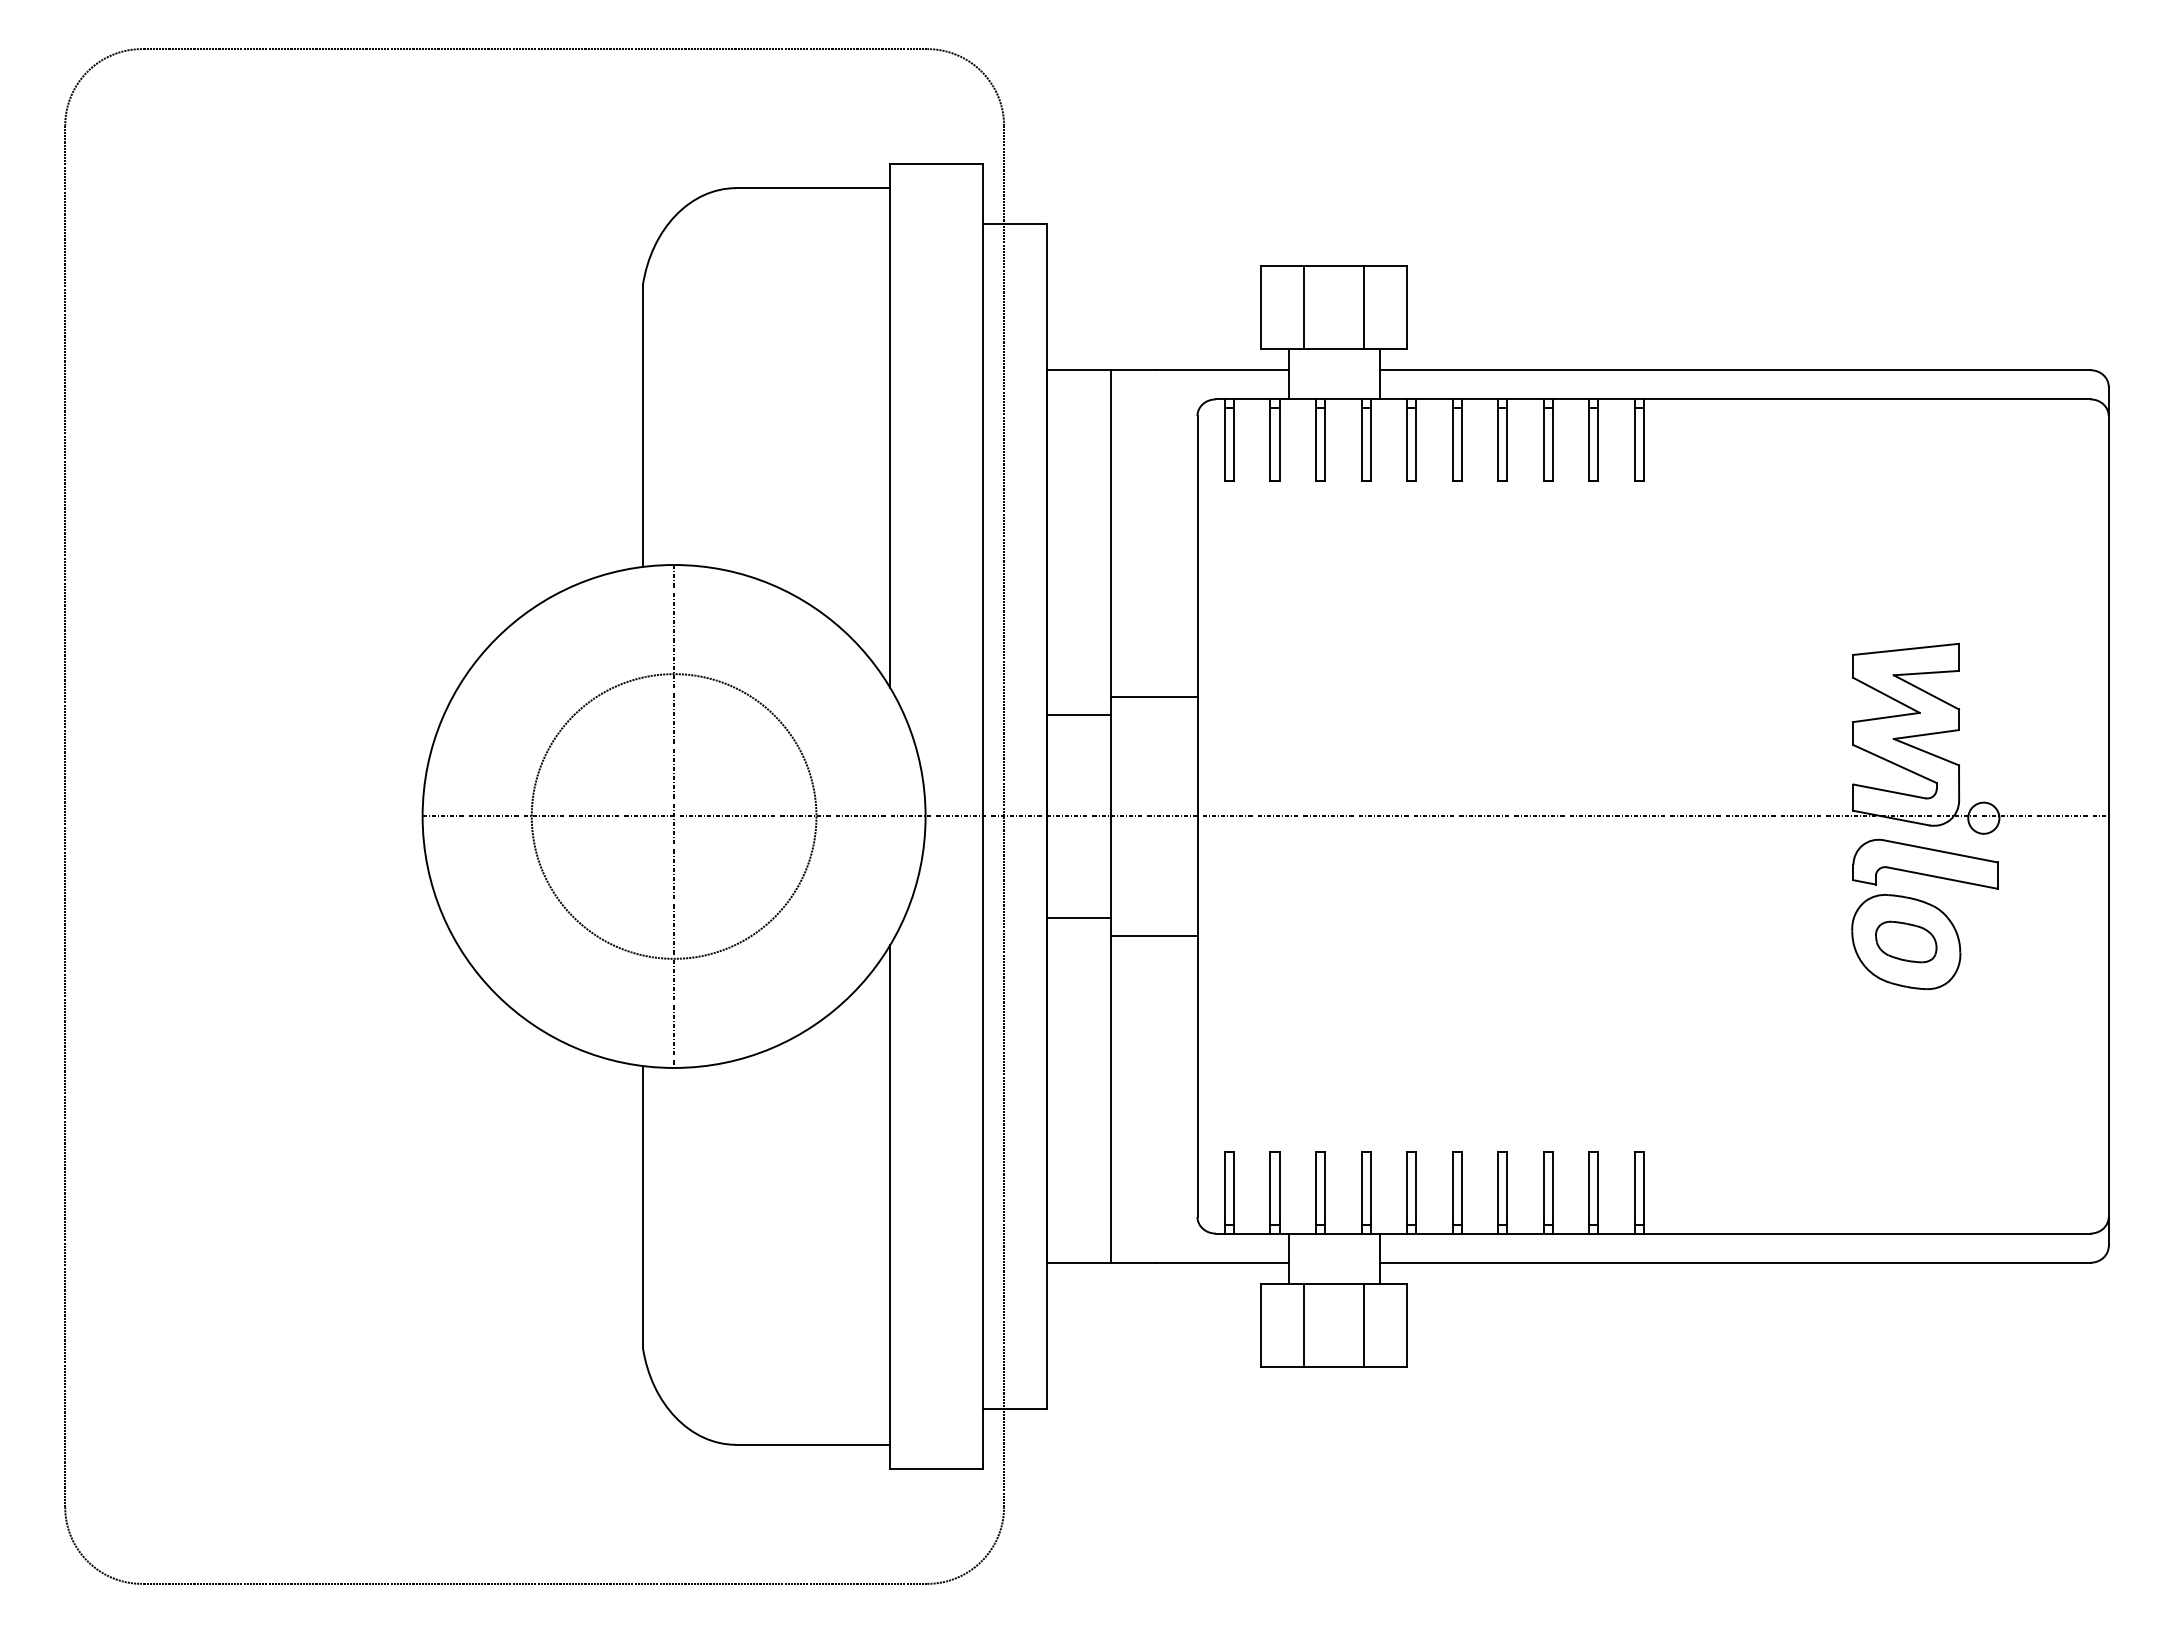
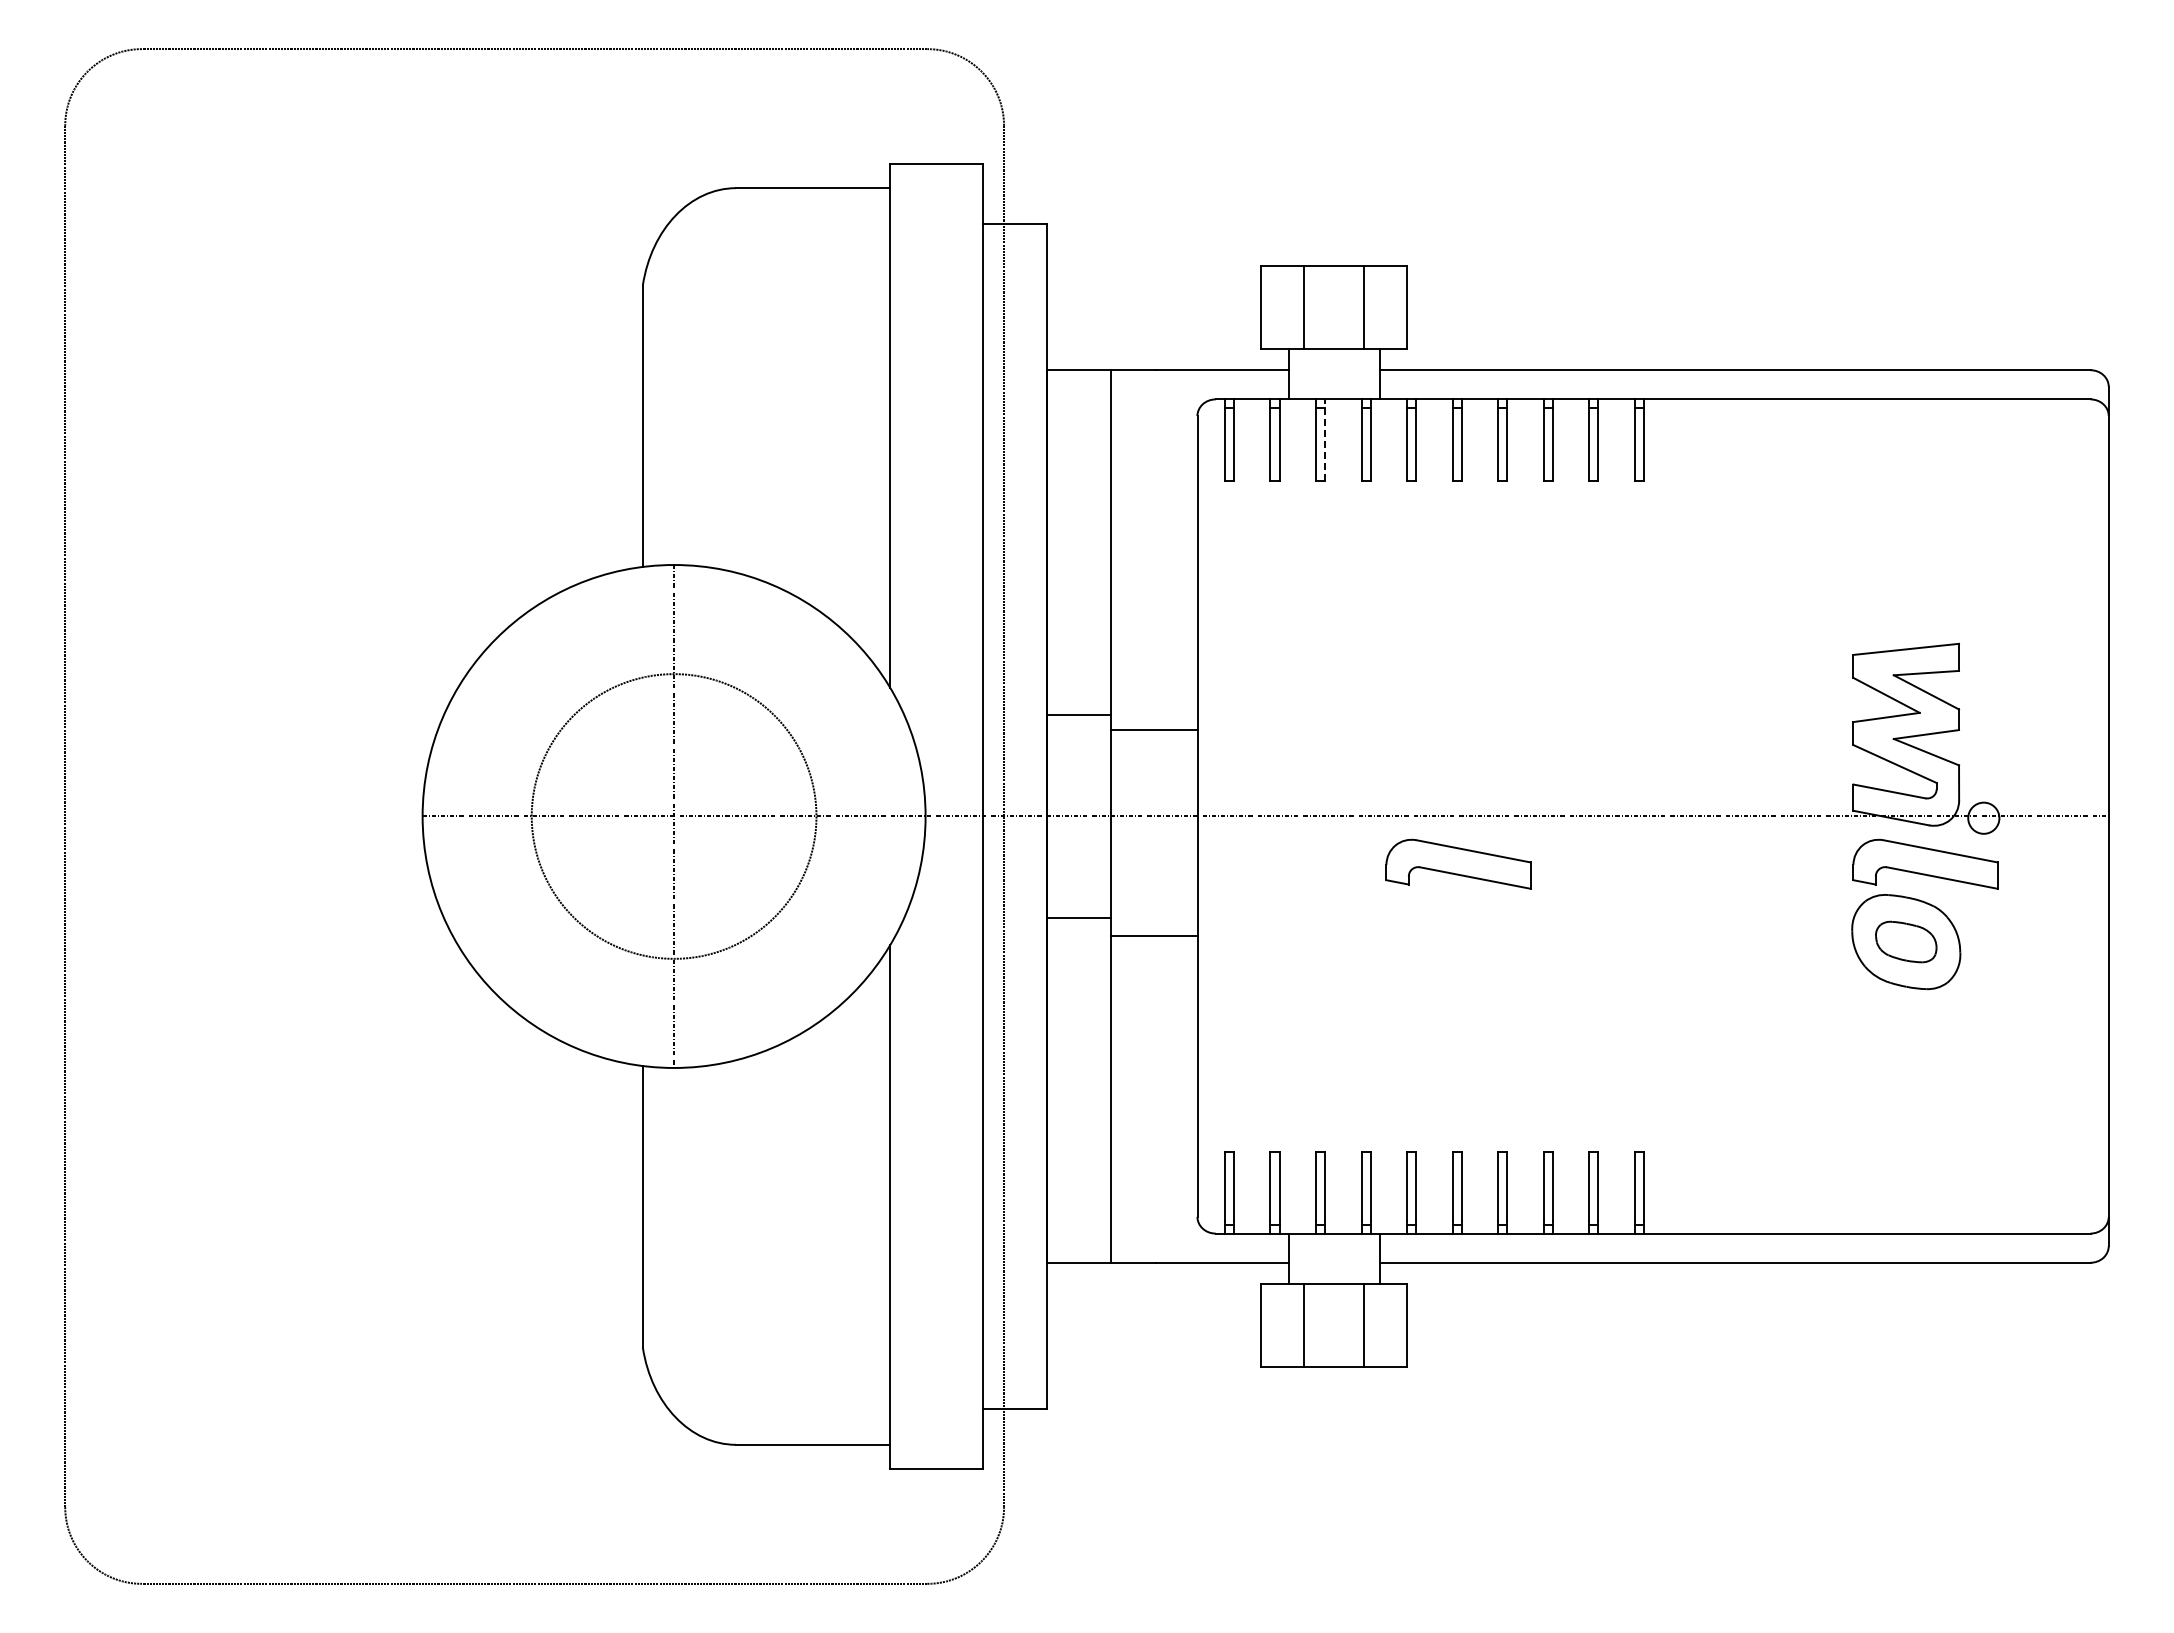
line at (1325, 440): solid -> dashed
line at (1153, 696) position: (1153, 696) -> (1153, 729)
part at (1458, 863): none -> present
